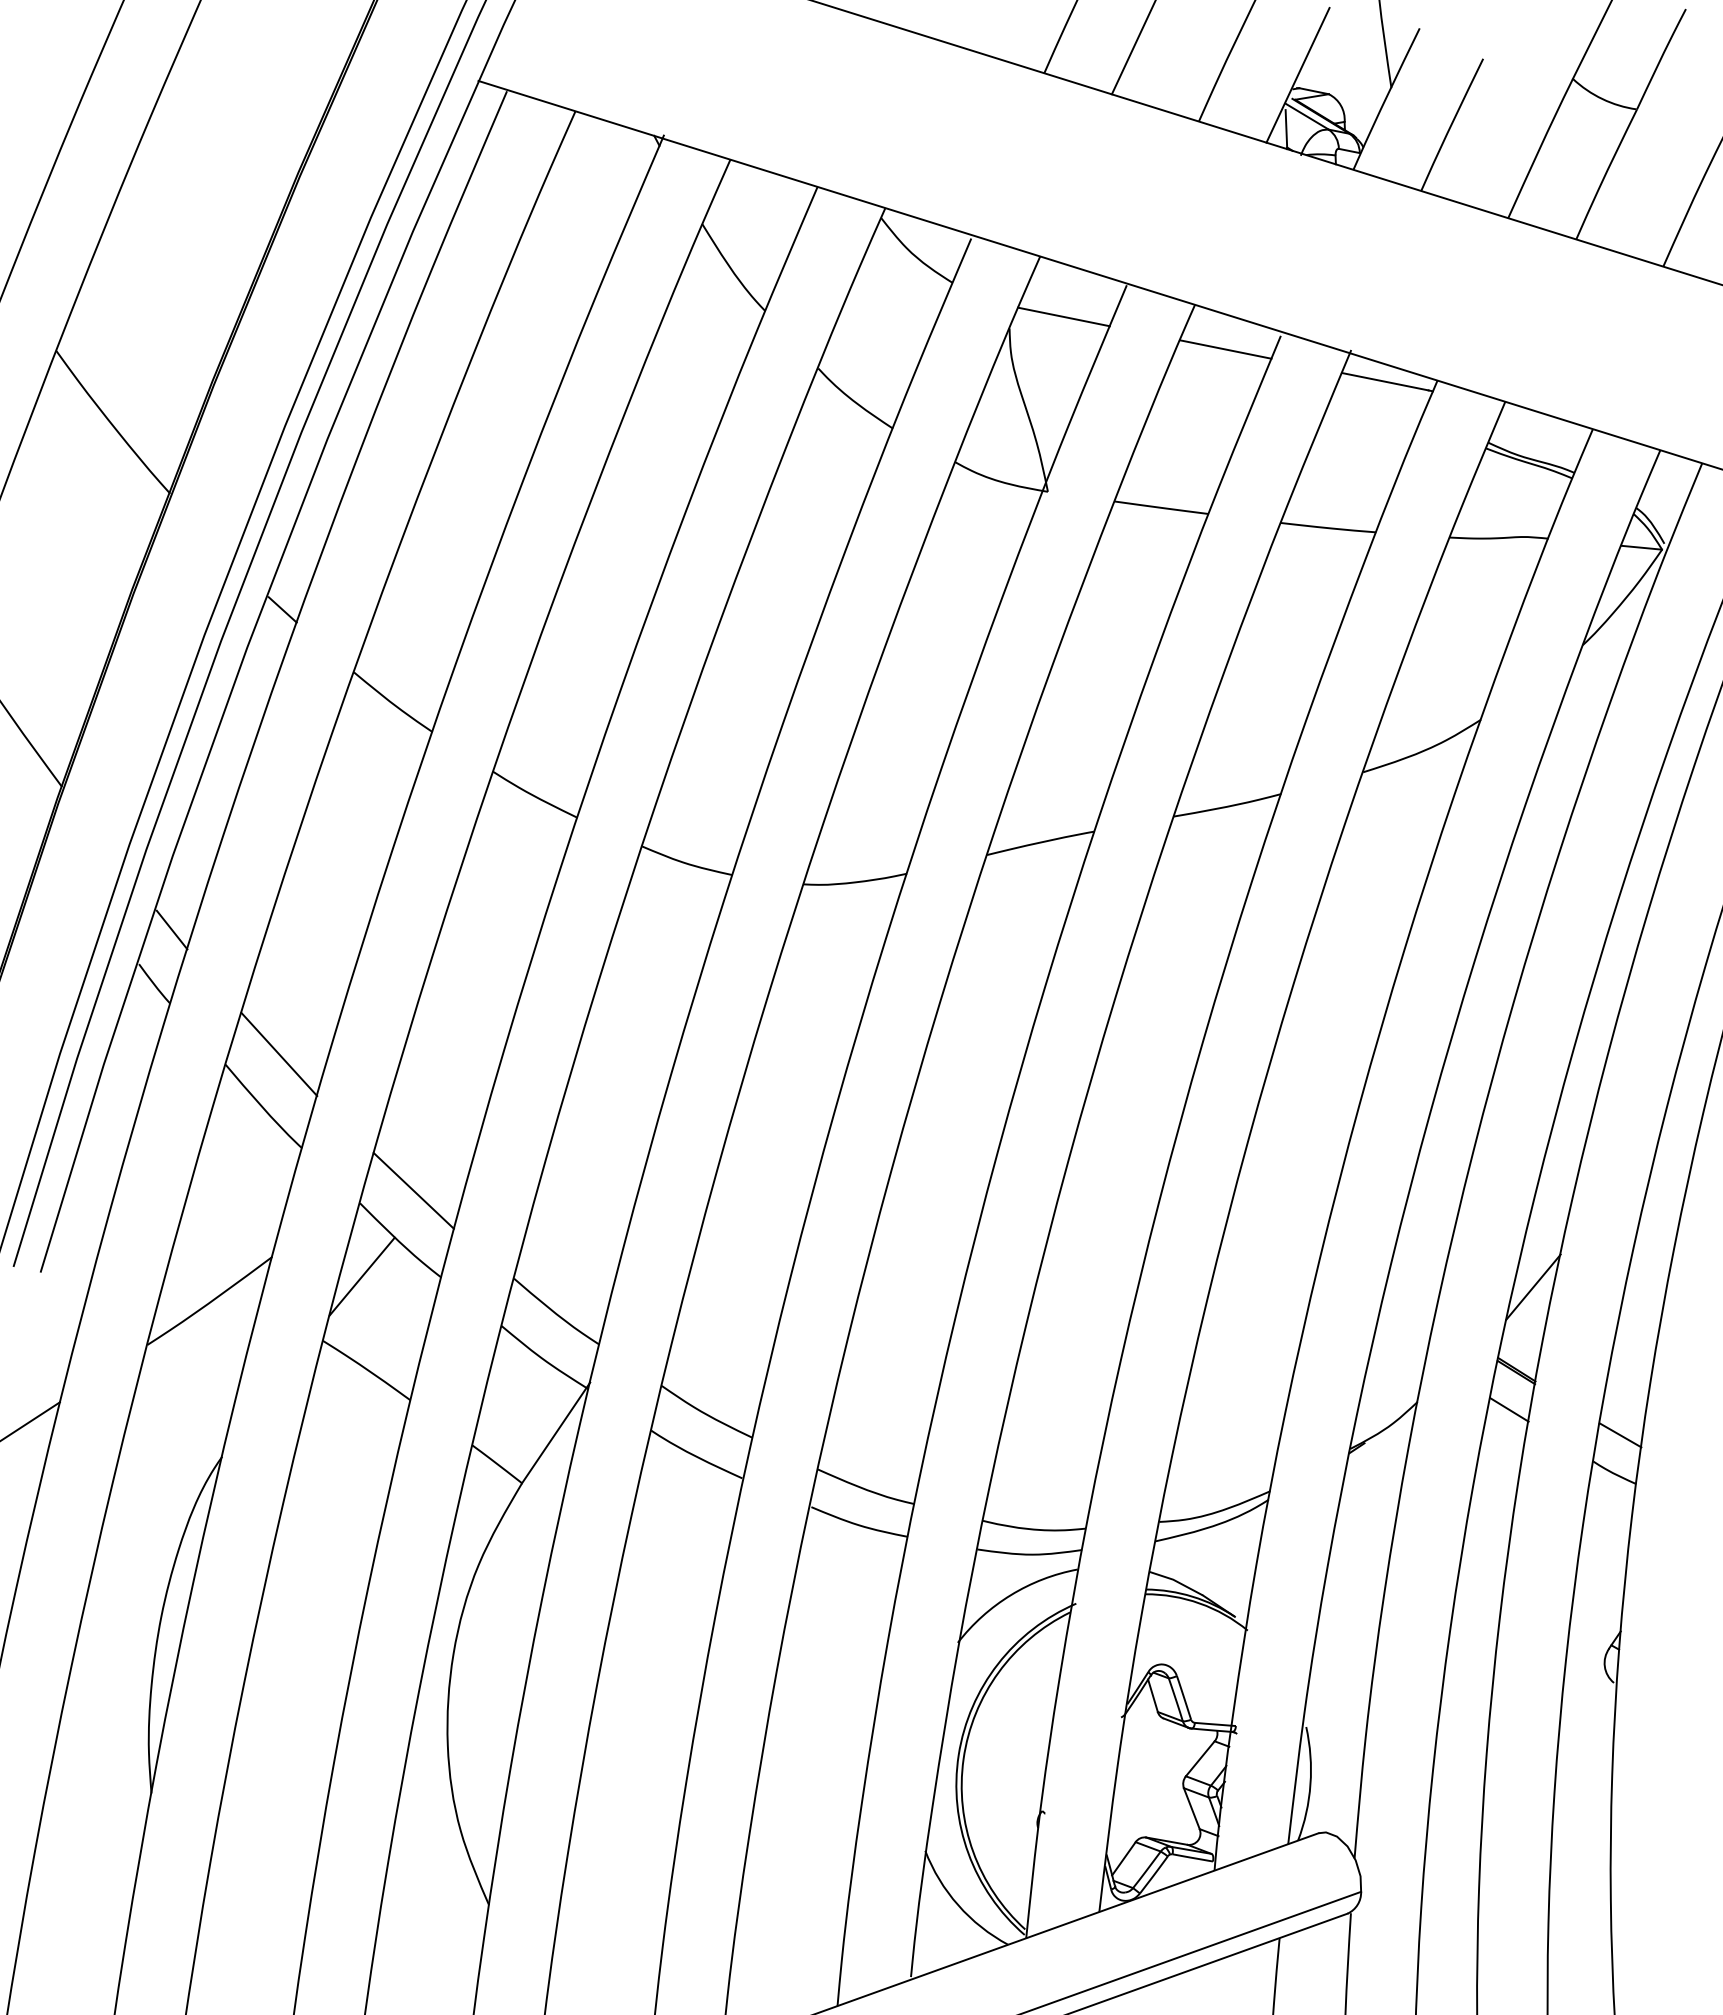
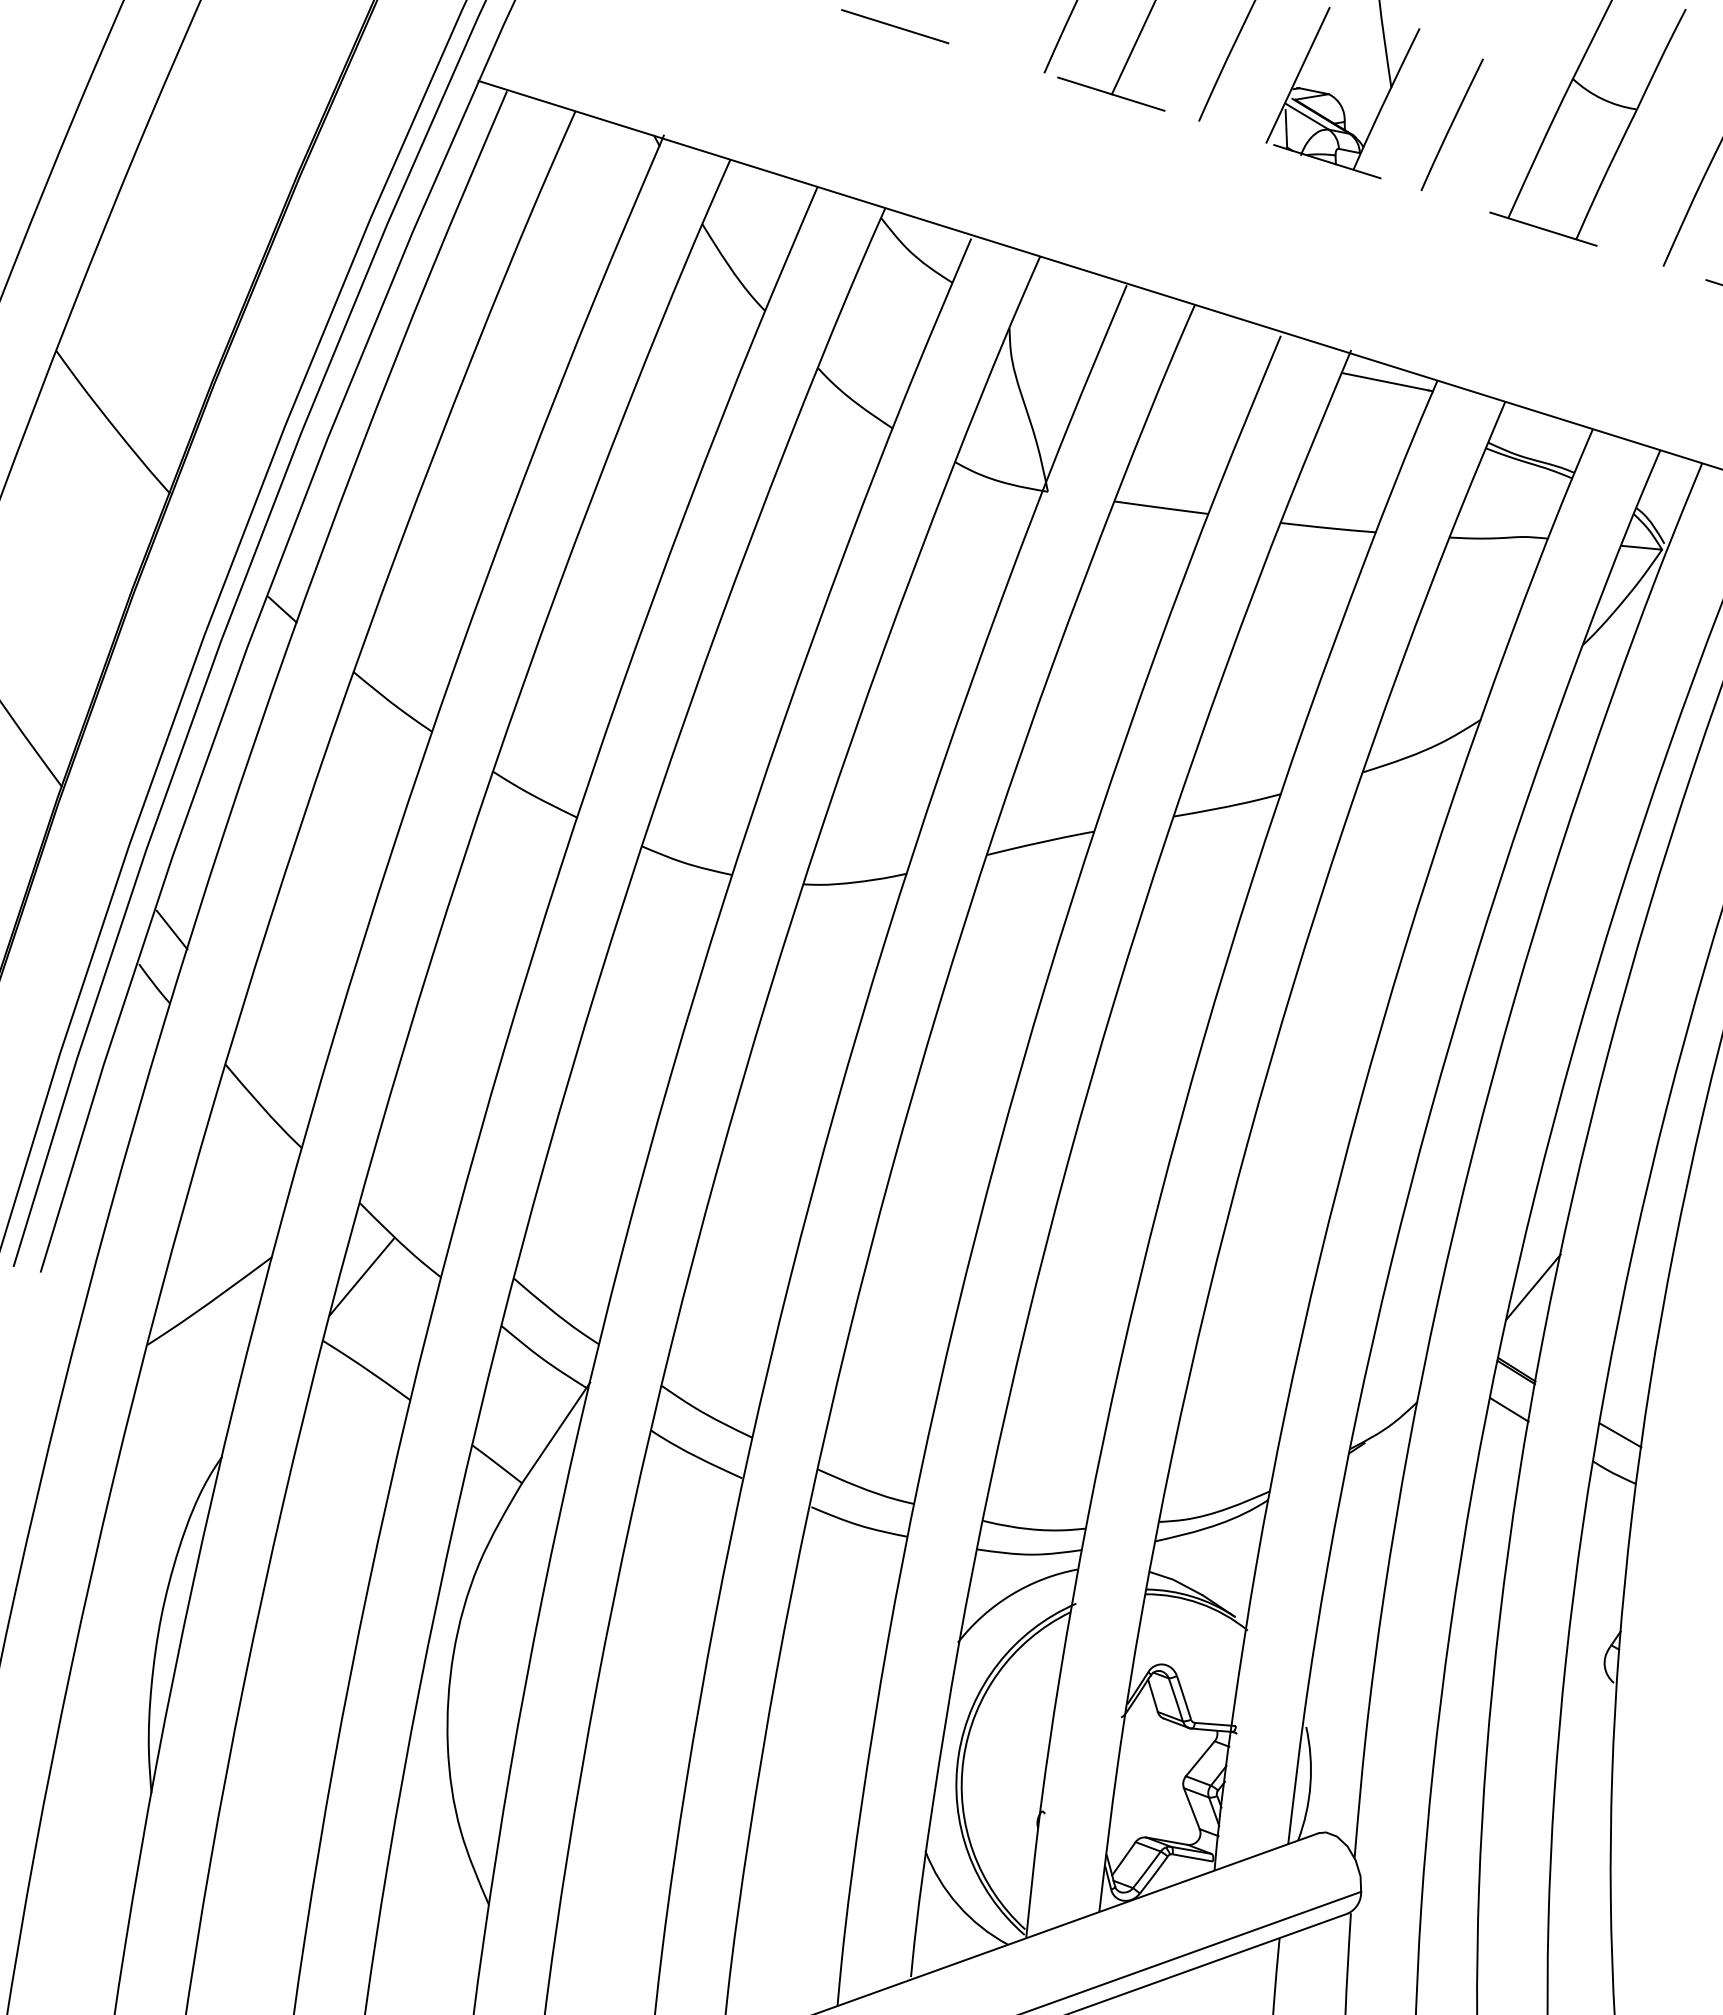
line at (1266, 142): solid -> dashed
line at (1063, 316): present -> none
line at (1225, 349): present -> none
line at (279, 1054): present -> none
line at (413, 1190): present -> none
line at (30, 1420): present -> none
